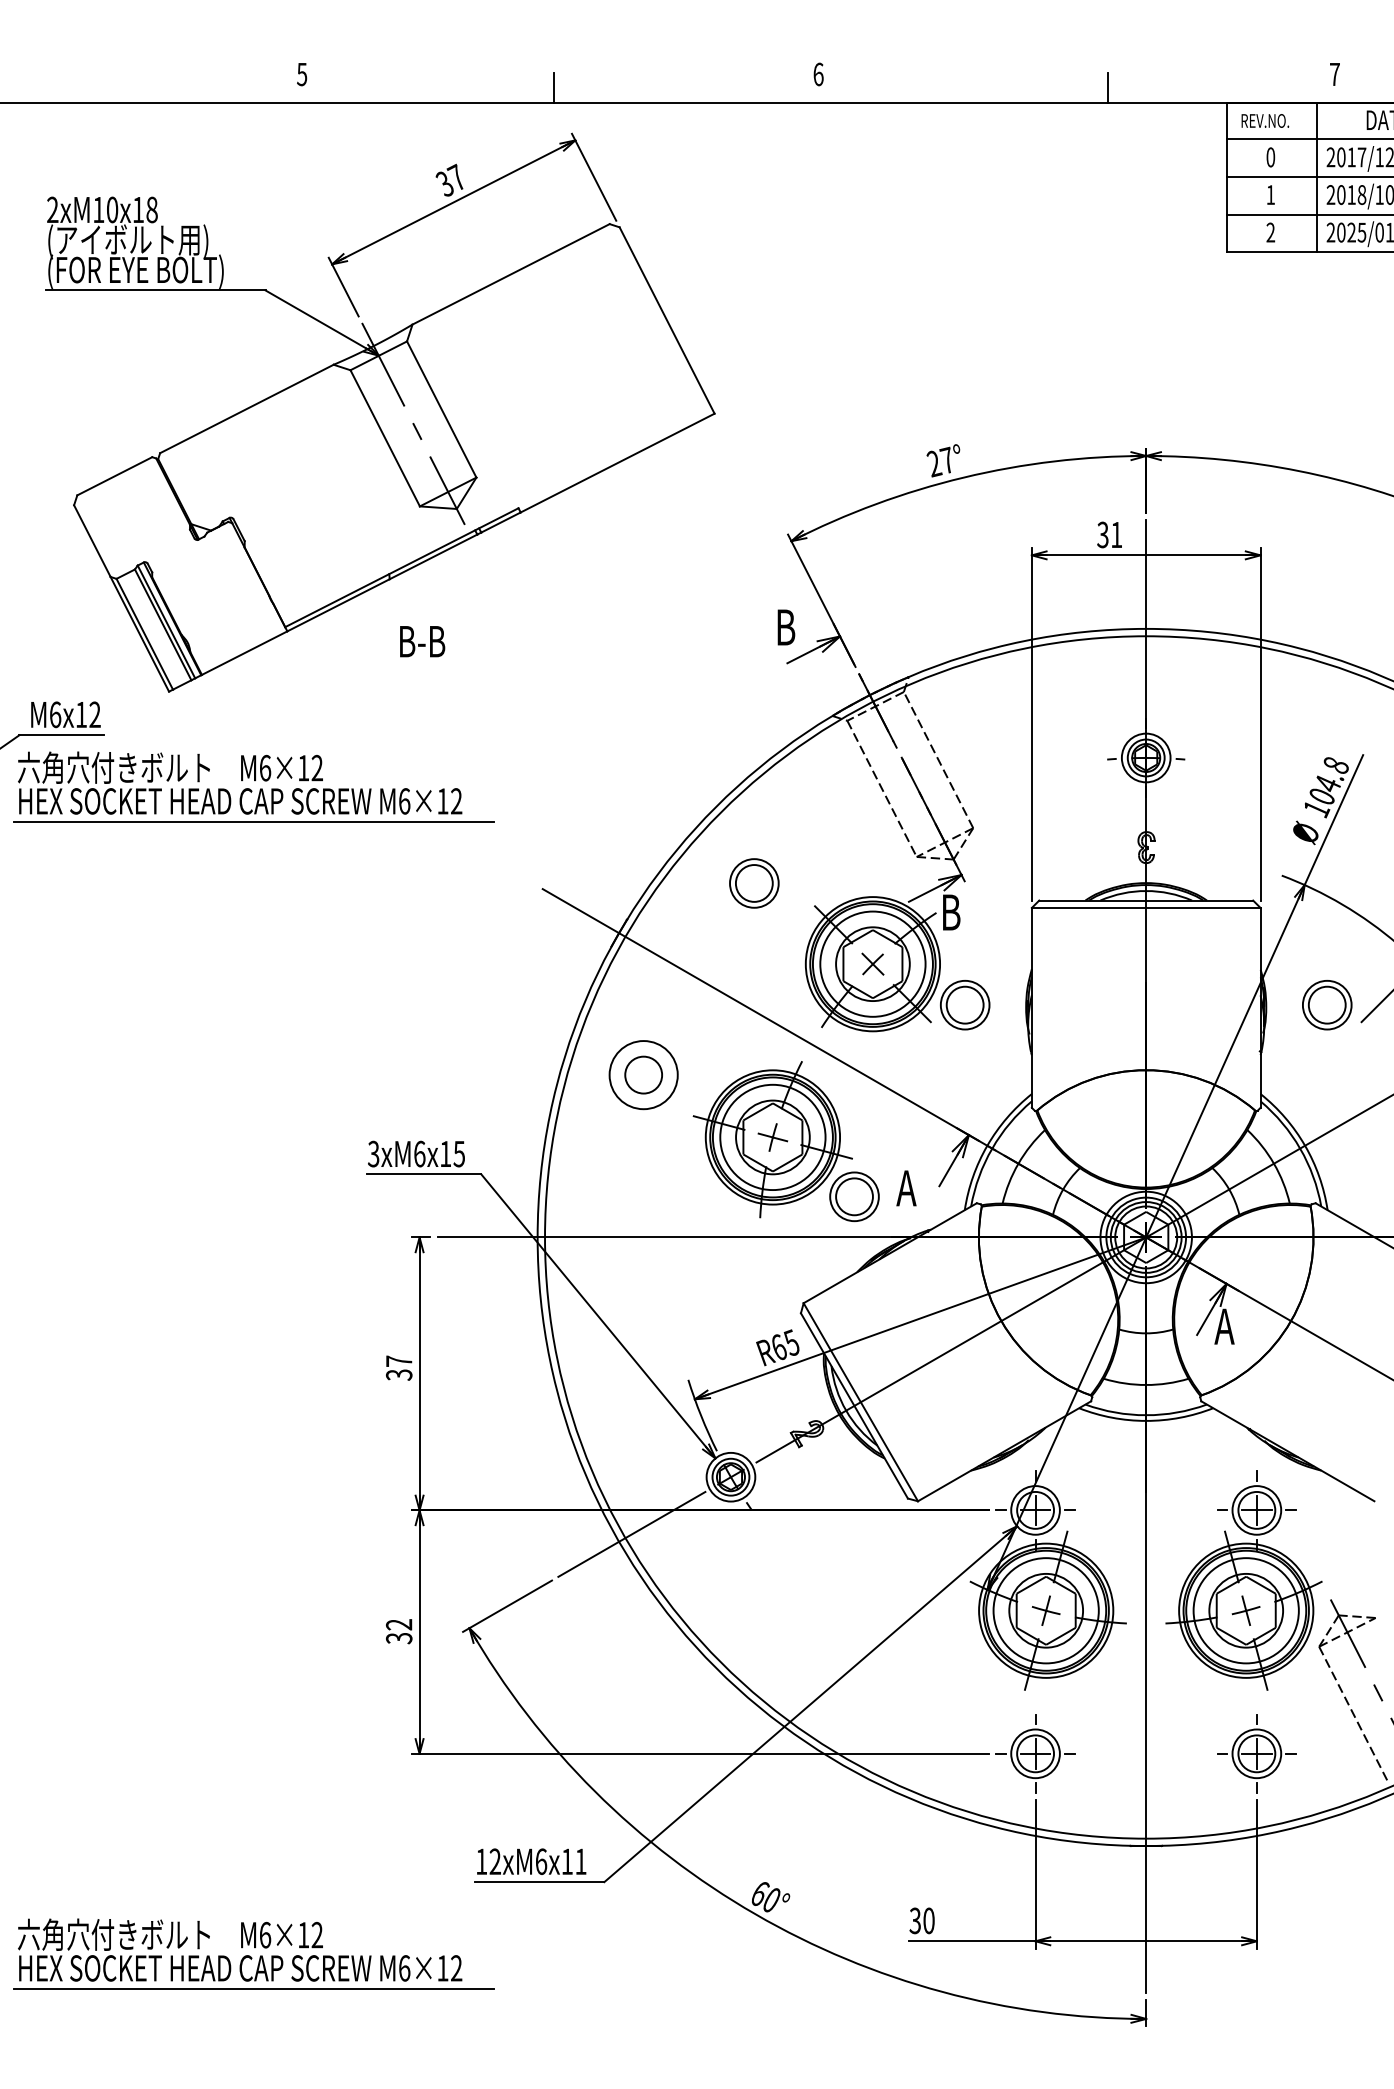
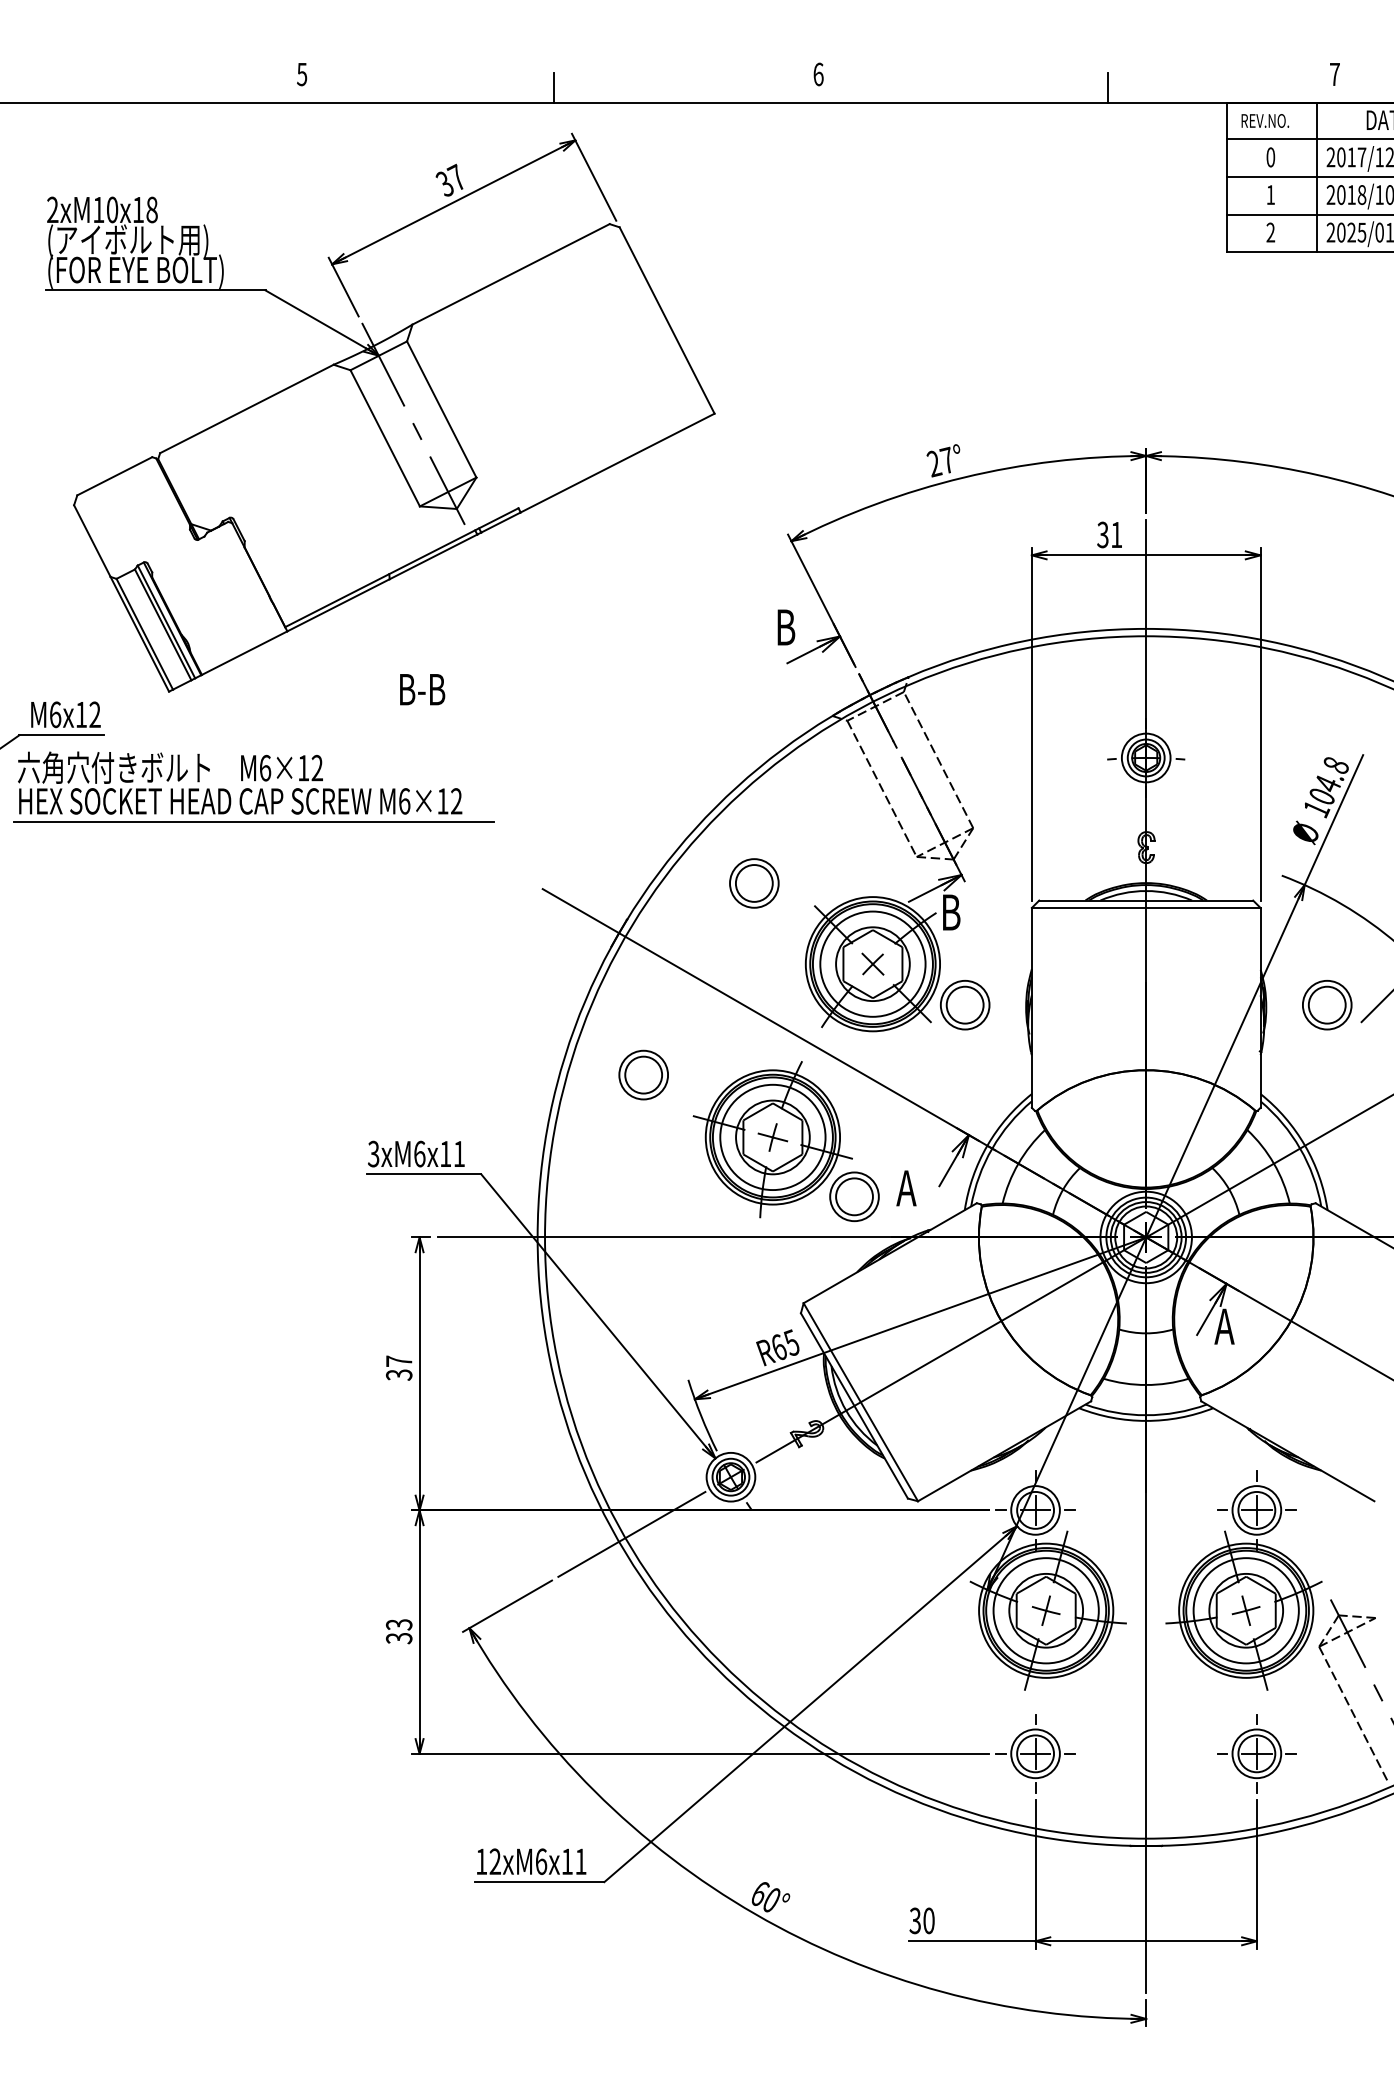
text at (422, 641) position: (422, 641) -> (422, 689)
circle at (643, 1075) diameter: 68 px -> 49 px
text at (458, 1154): 3xM6x15 -> 3xM6x11
text at (399, 1624): 32 -> 33
part at (253, 1953): present -> none
